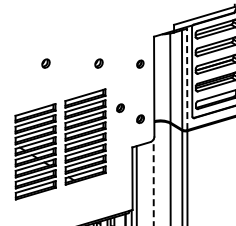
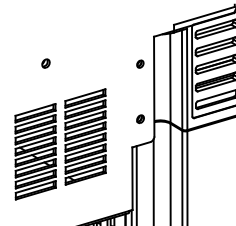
part at (98, 63): present -> none
line at (187, 79): dashed -> solid
part at (120, 108): present -> none
line at (153, 182): dashed -> solid
